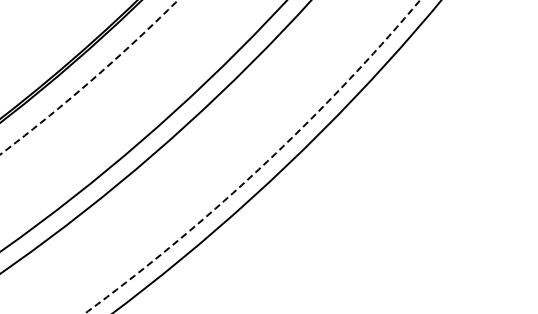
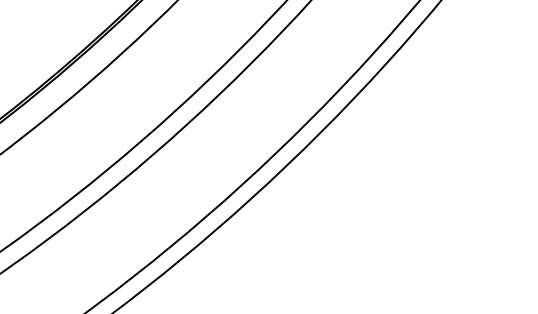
circle at (88, 77): dashed -> solid
circle at (252, 156): dashed -> solid
